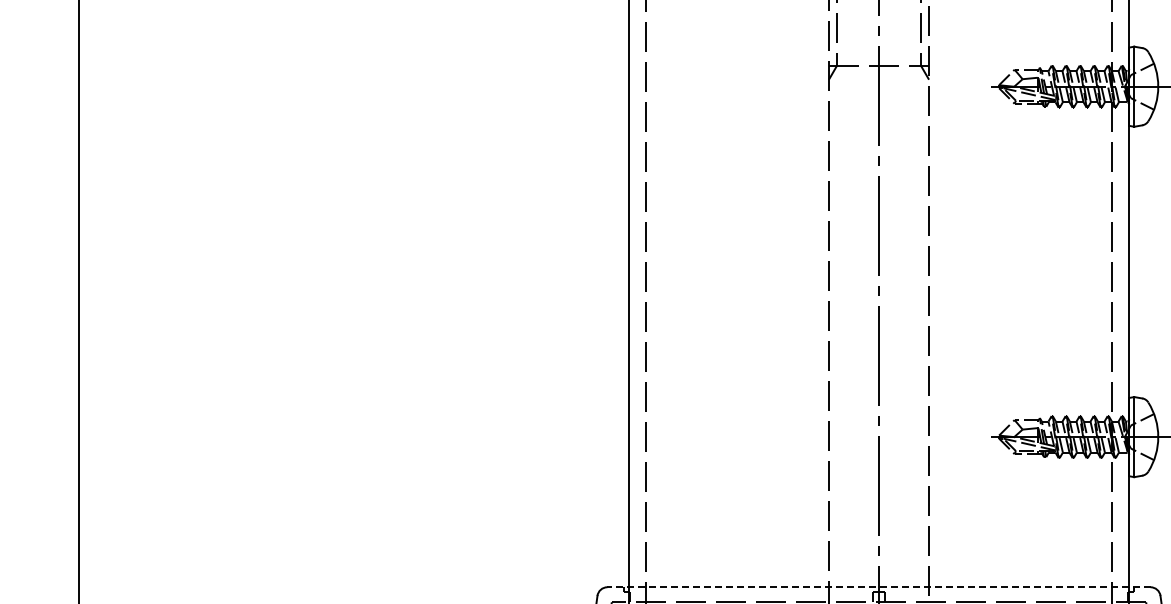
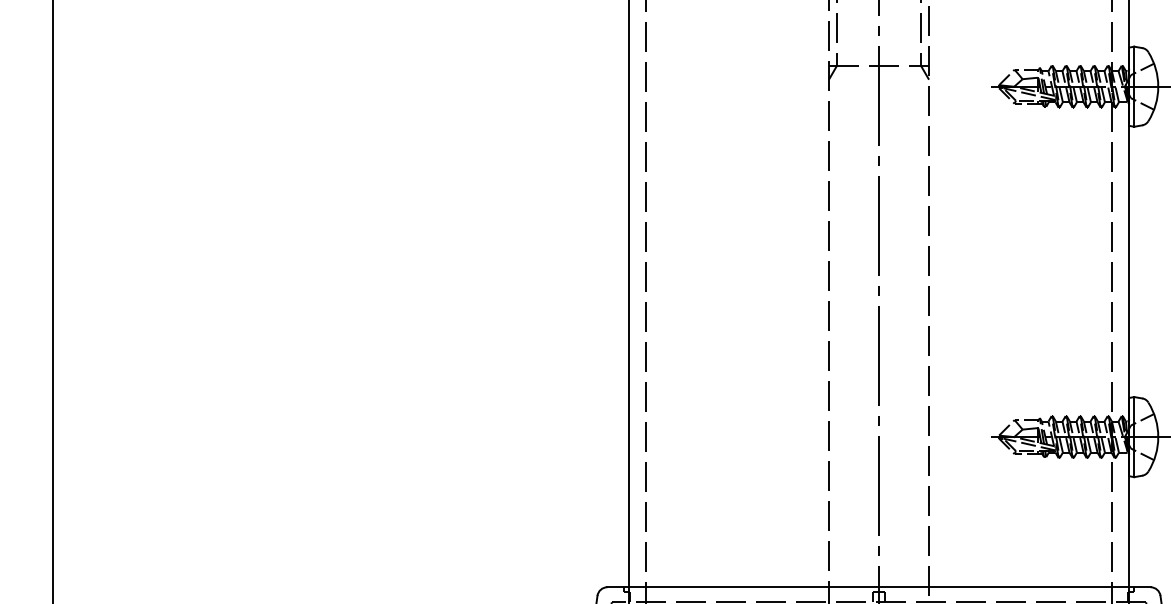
line at (79, 301) position: (79, 301) -> (53, 301)
line at (878, 587): dashed -> solid
